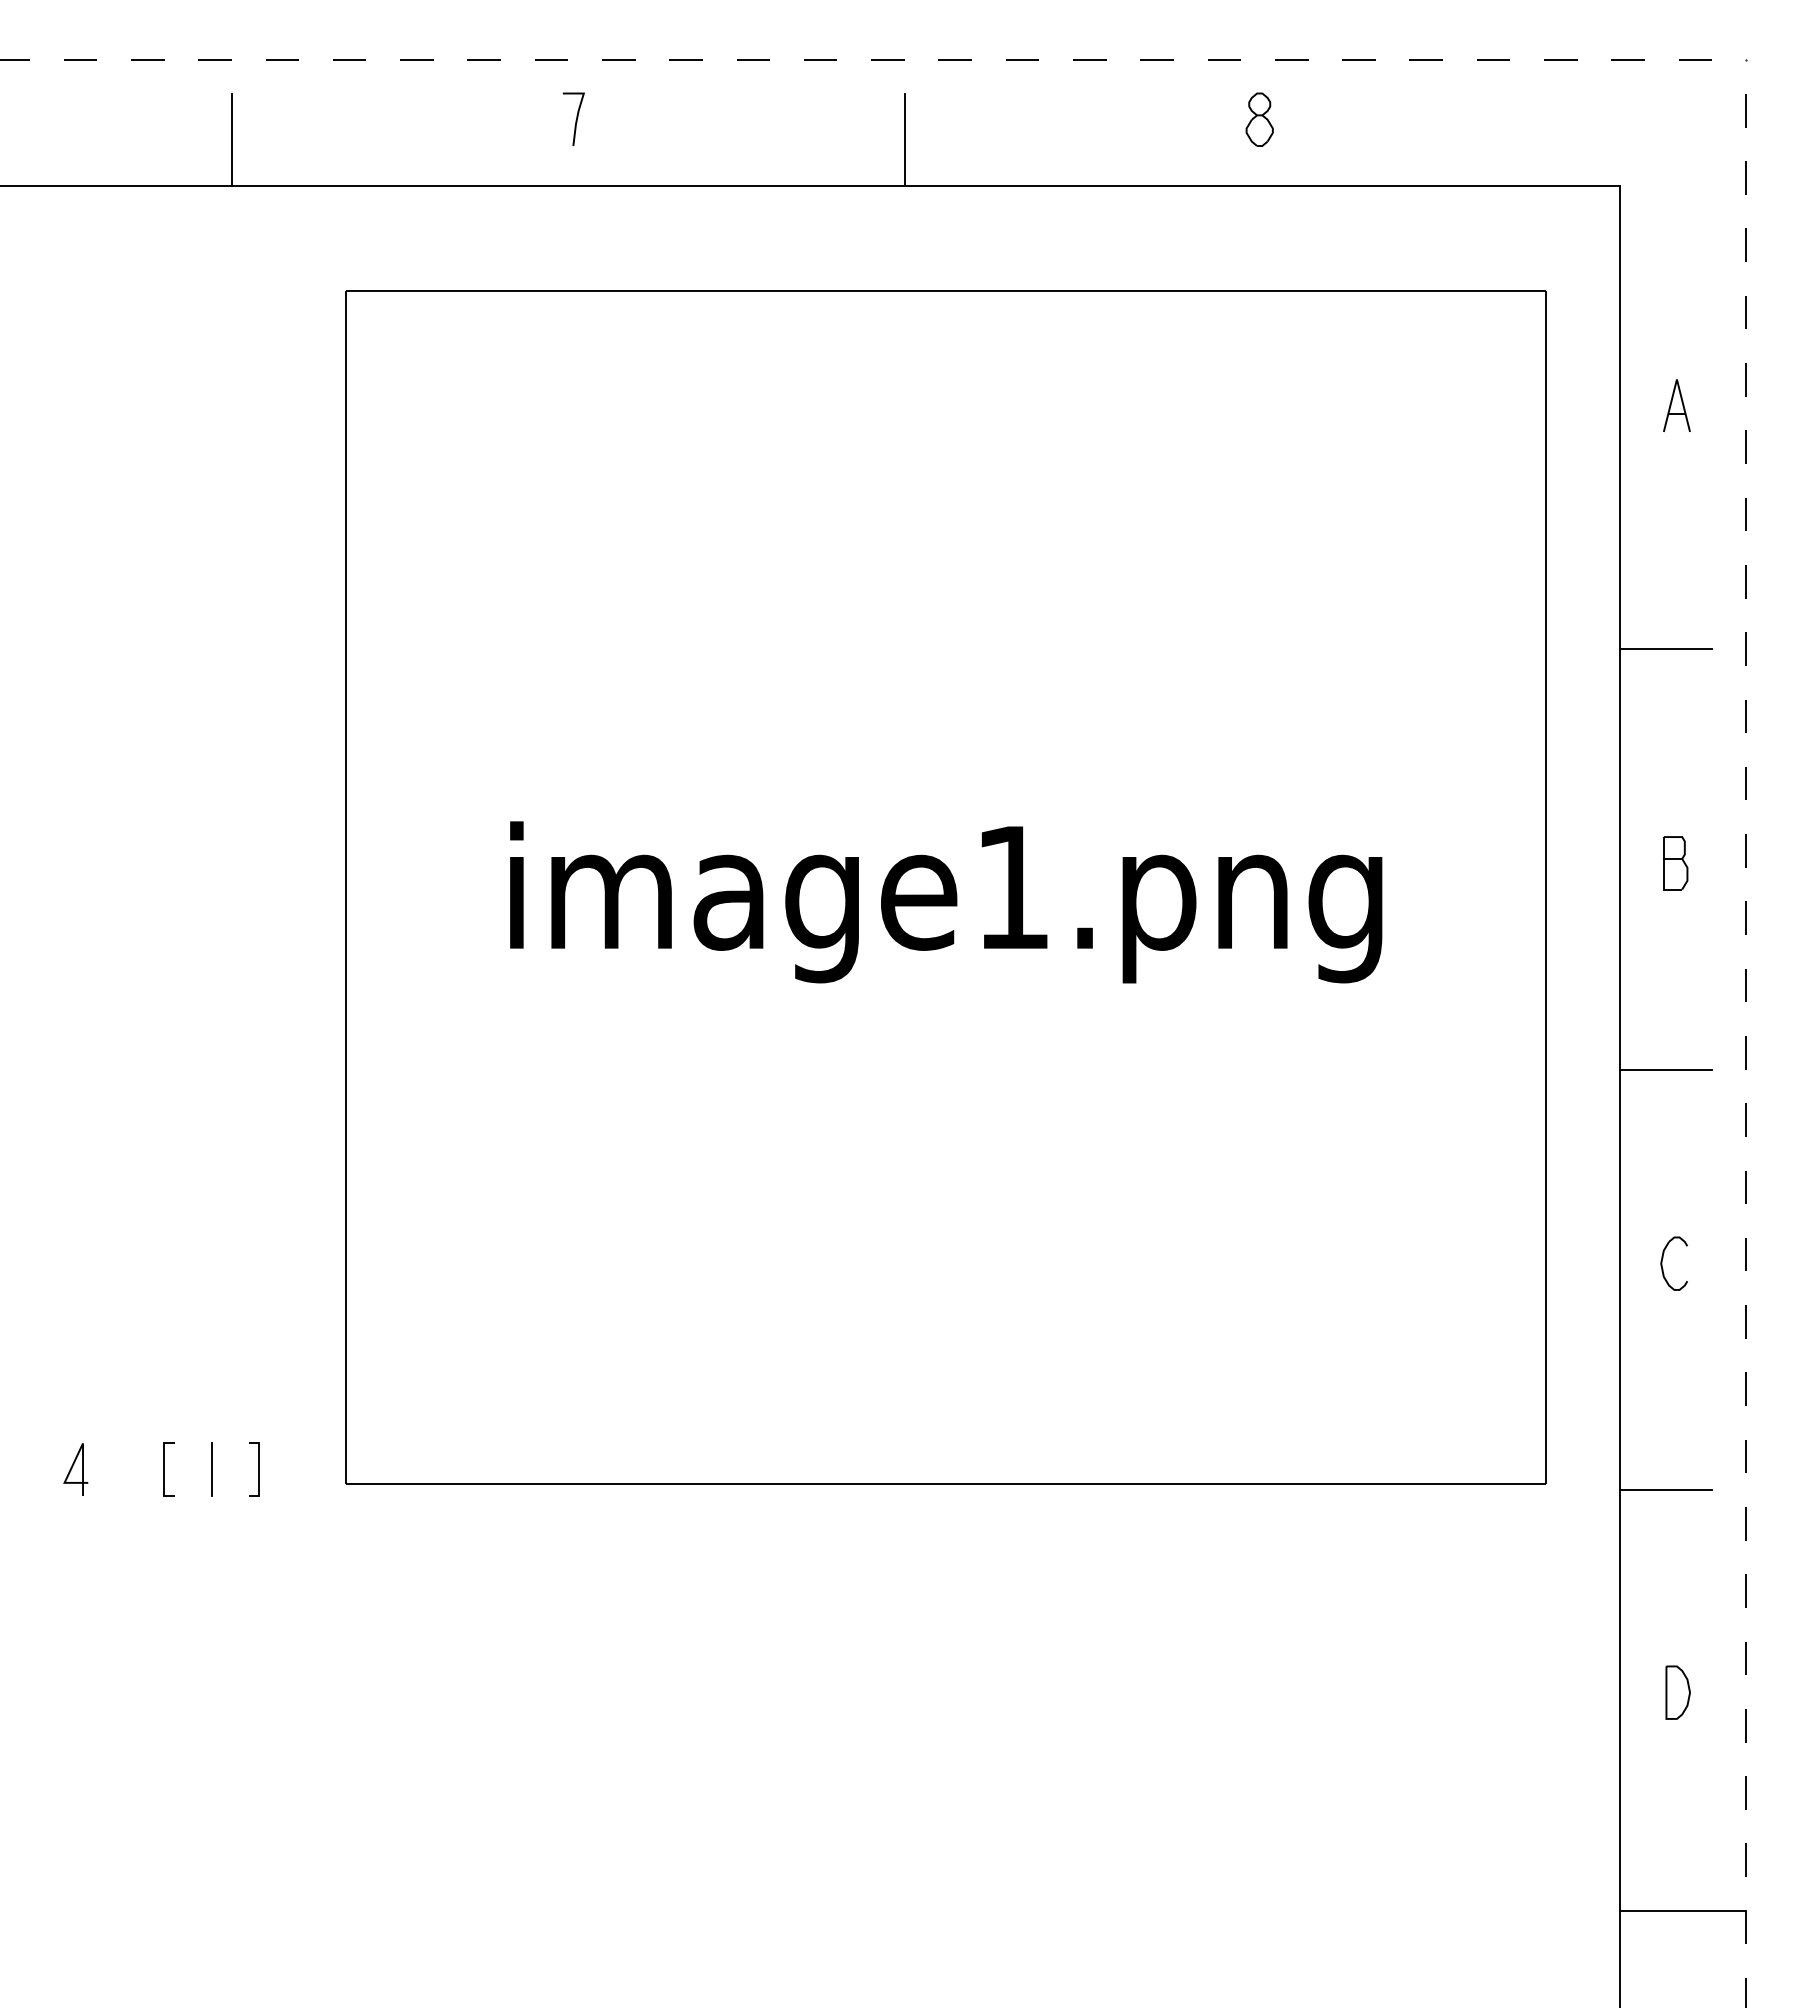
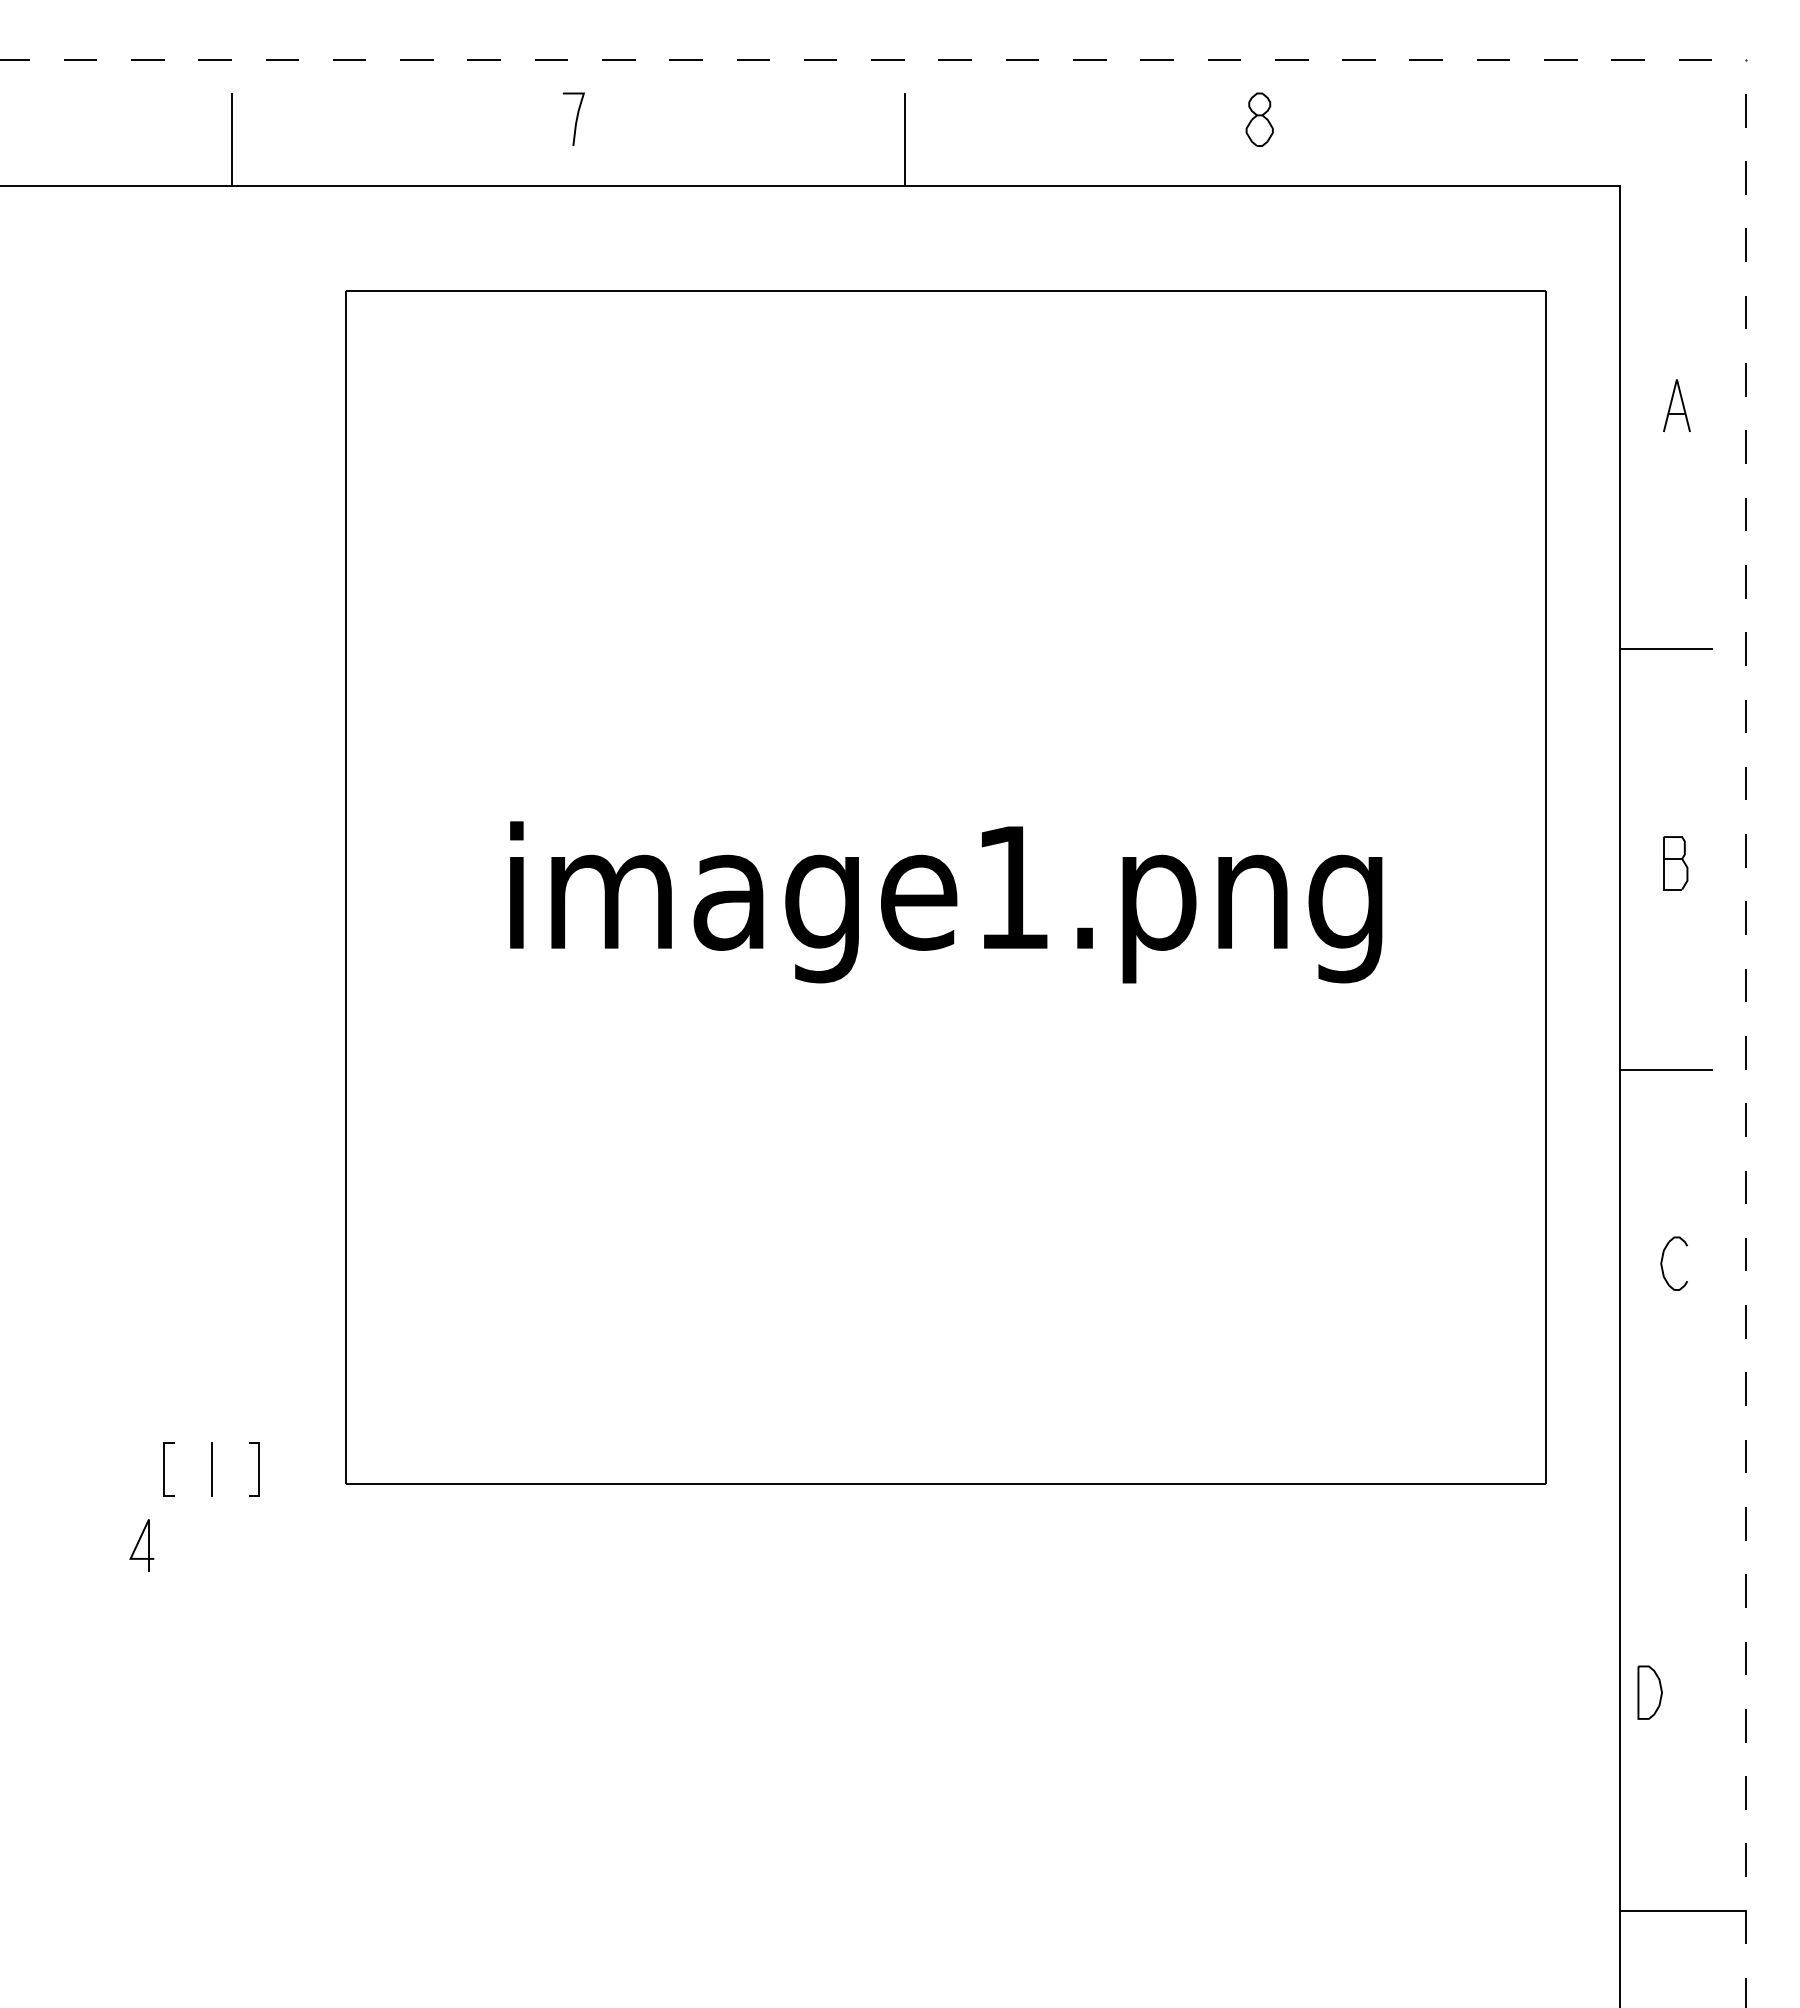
line at (72, 1468) position: (72, 1468) -> (138, 1544)
line at (1665, 1490): present -> none
part at (1677, 1692) position: (1677, 1692) -> (1649, 1692)
